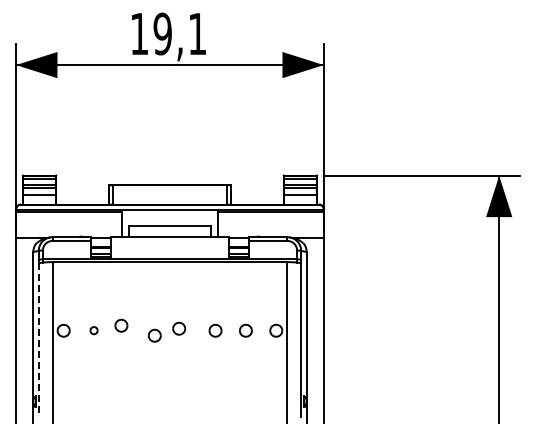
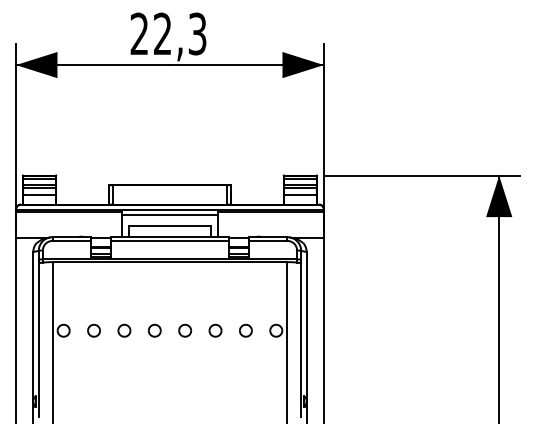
text at (168, 33): 19,1 -> 22,3
line at (169, 214): none -> present
line at (169, 240): none -> present
part at (121, 325) position: (121, 325) -> (124, 330)
part at (179, 328) position: (179, 328) -> (185, 330)
part at (93, 330) size: 10x10 px -> 14x15 px
part at (154, 335) position: (154, 335) -> (154, 330)
line at (39, 340): dashed -> solid
